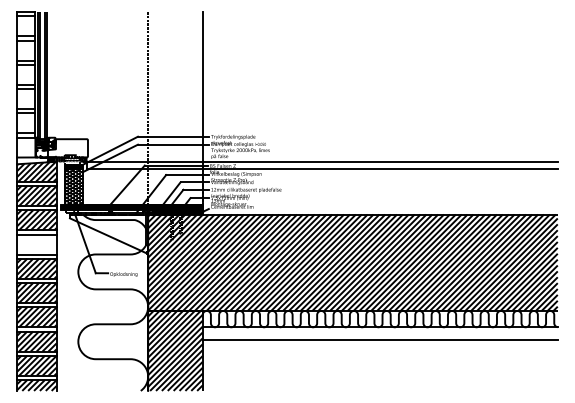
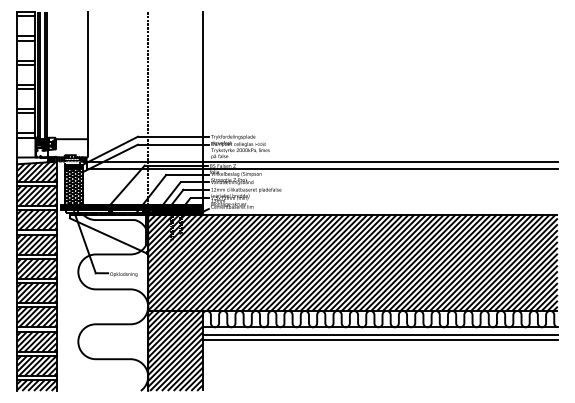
line at (87, 80): none -> present
hatch at (36, 244): none -> present
line at (379, 335): none -> present
